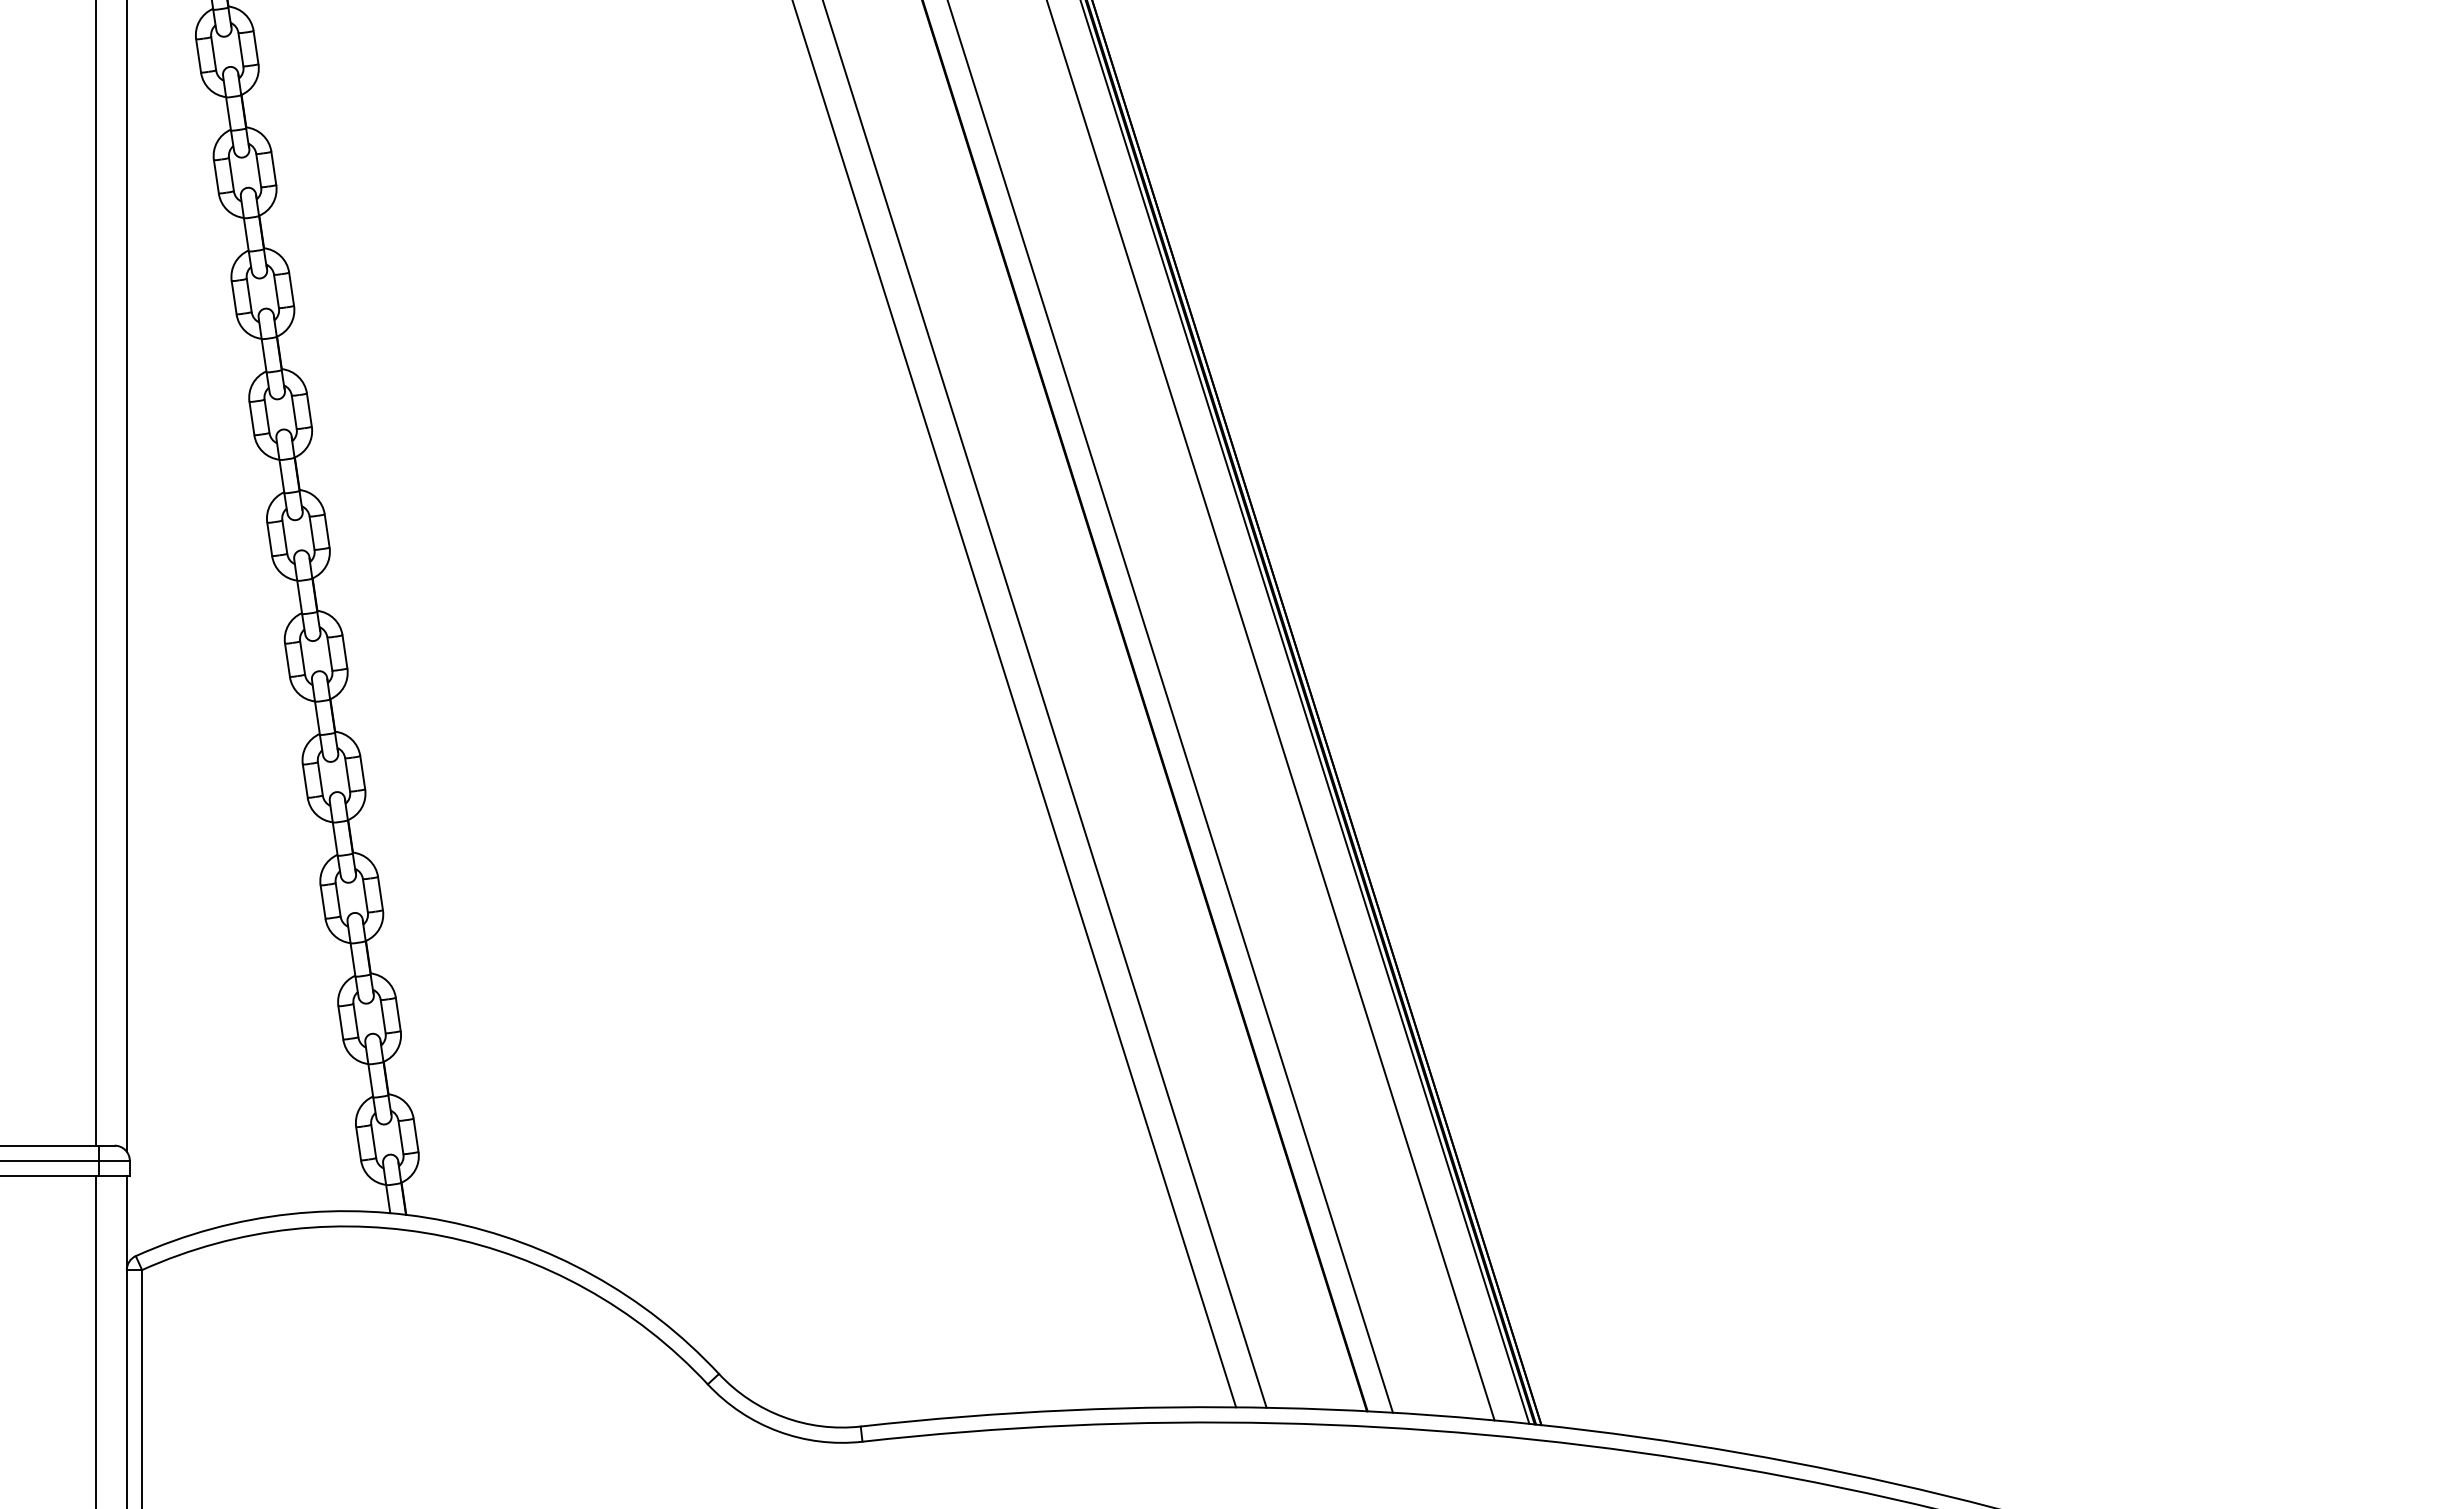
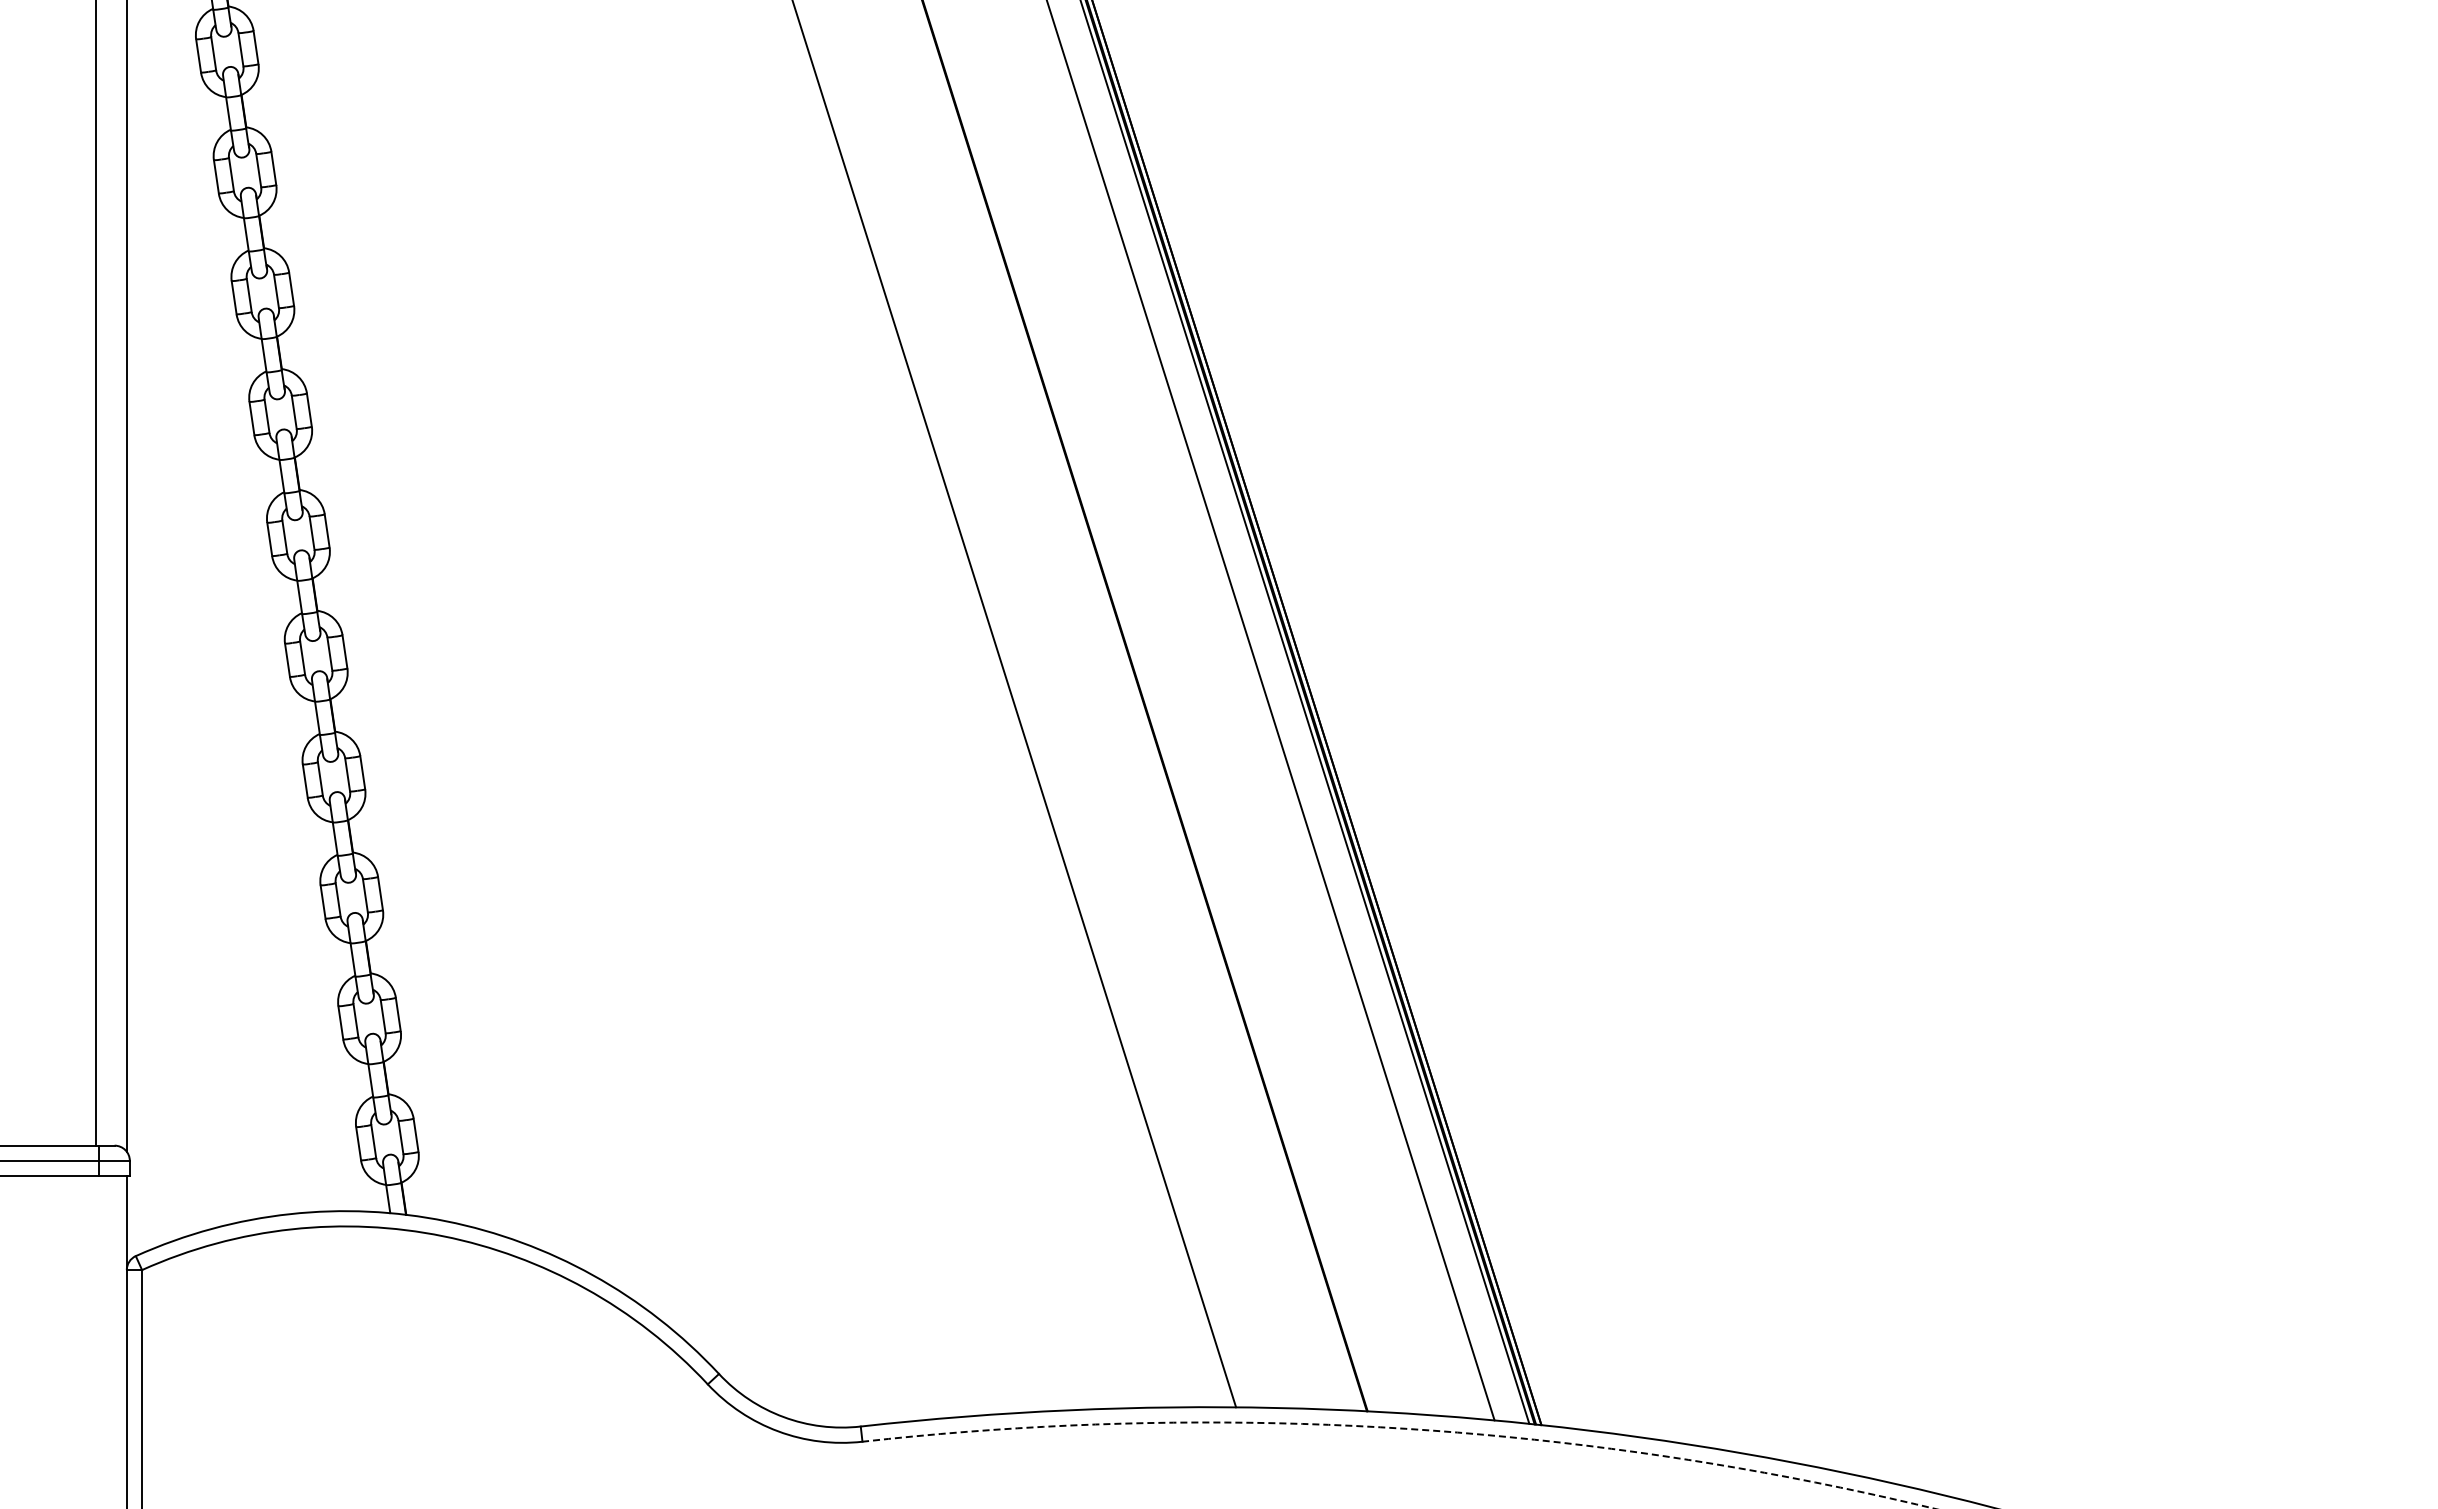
line at (1044, 704): present -> none
line at (1170, 707): present -> none
line at (96, 1340): present -> none
arc at (1401, 1428): solid -> dashed
